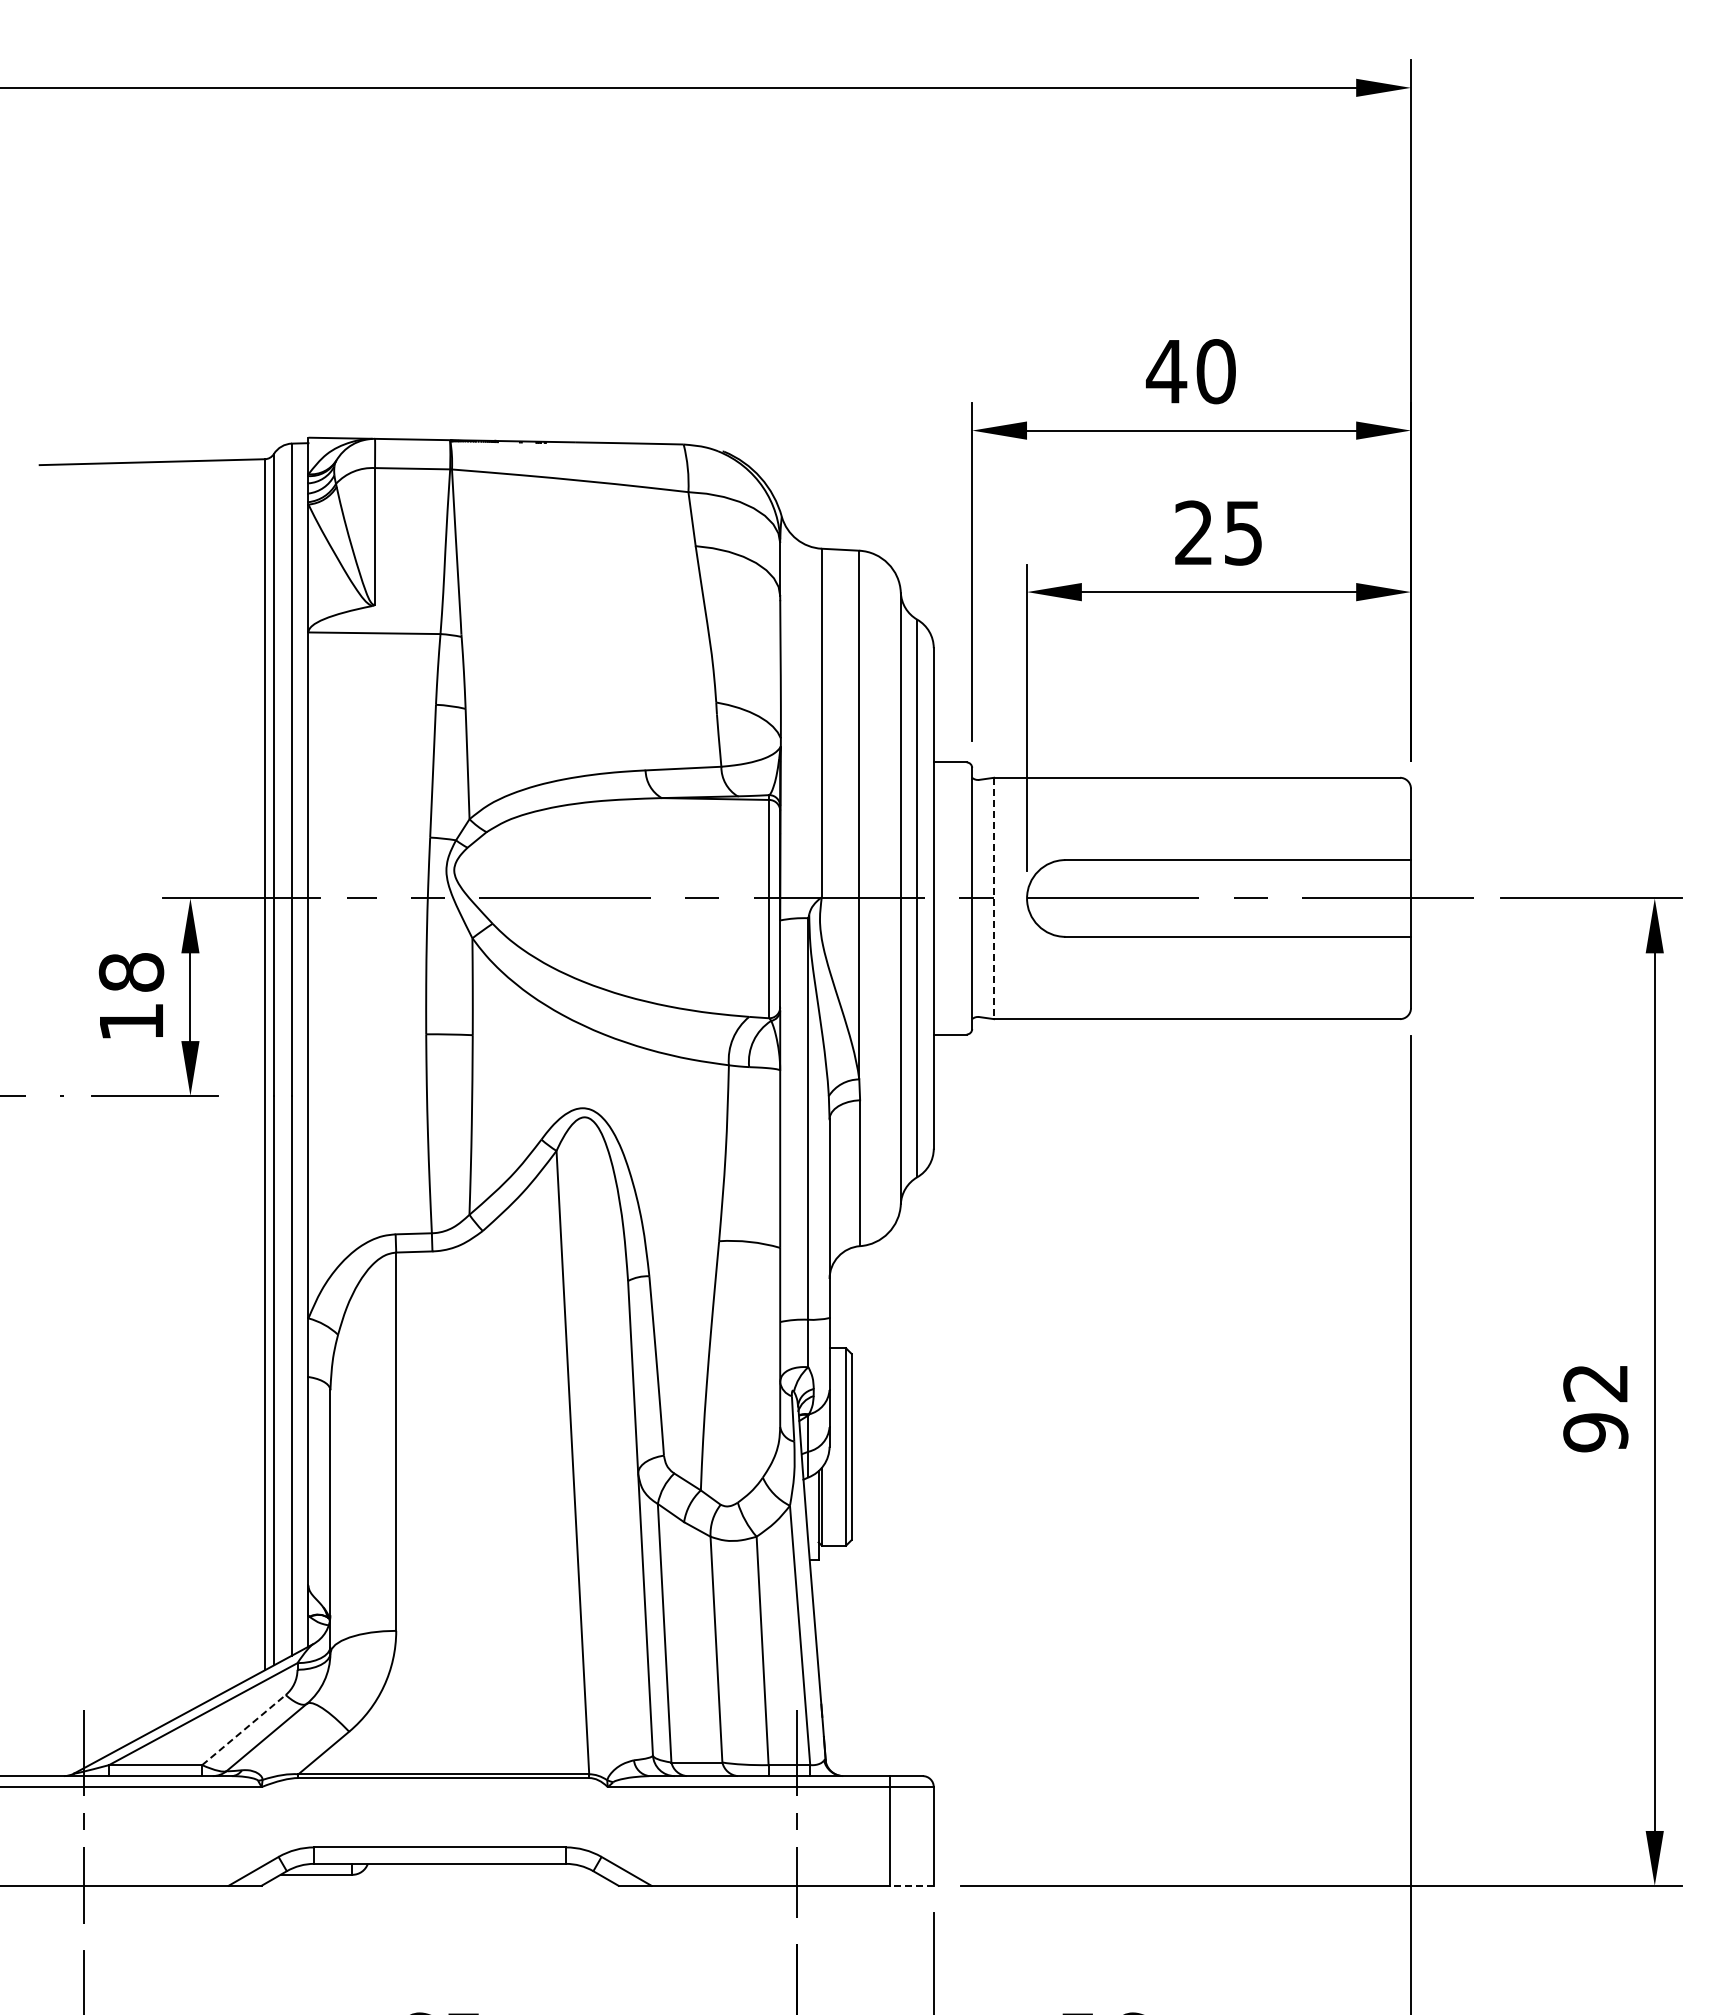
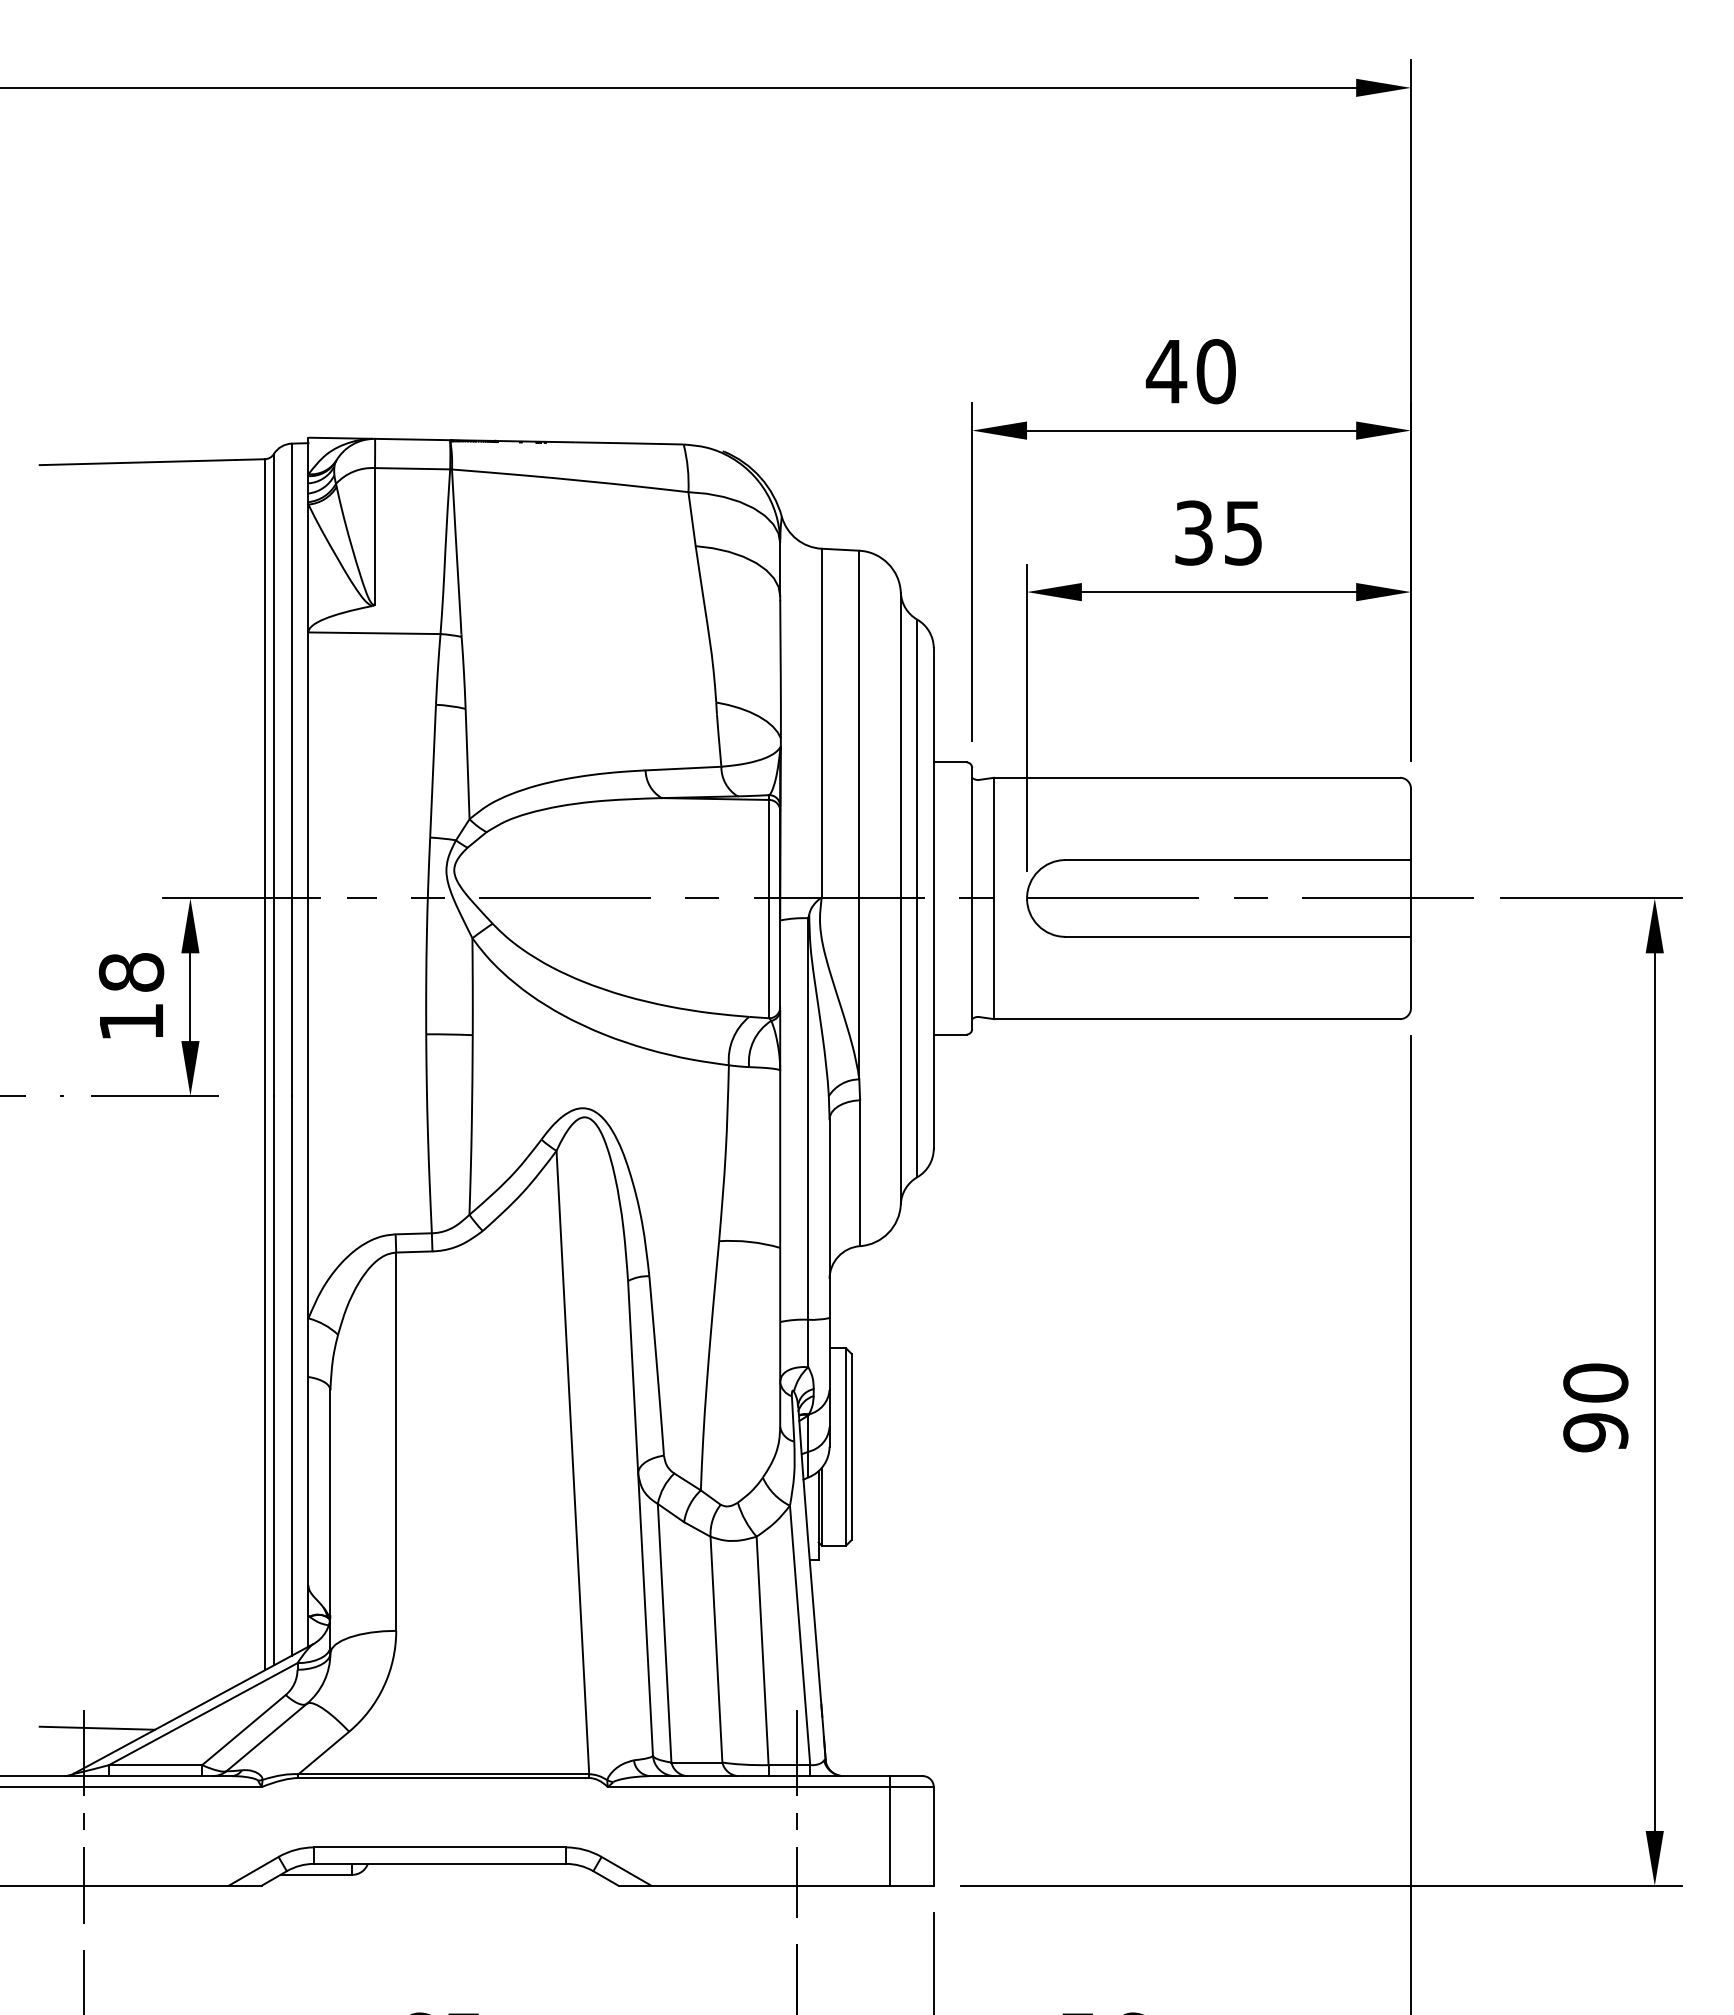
text at (1193, 532): 25 -> 35
line at (994, 898): dashed -> solid
text at (1595, 1382): 92 -> 90
line at (97, 1727): none -> present
line at (243, 1730): dashed -> solid
line at (911, 1885): dashed -> solid
